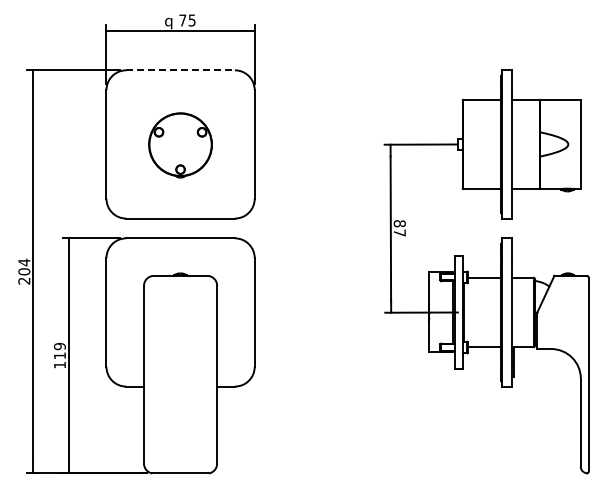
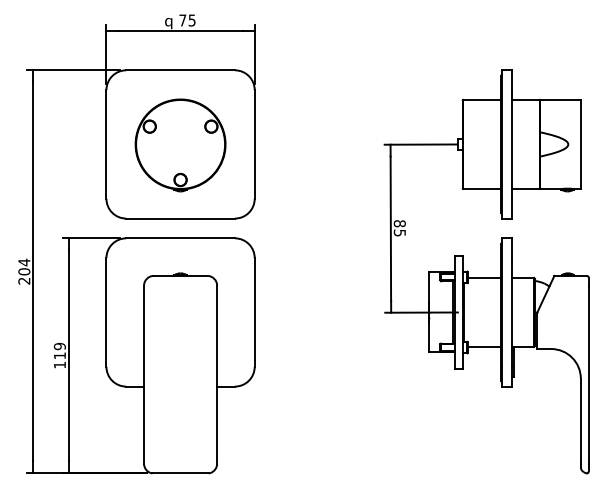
line at (181, 70): dashed -> solid
part at (180, 145) size: 65x67 px -> 93x95 px
text at (399, 232): 87 -> 85
